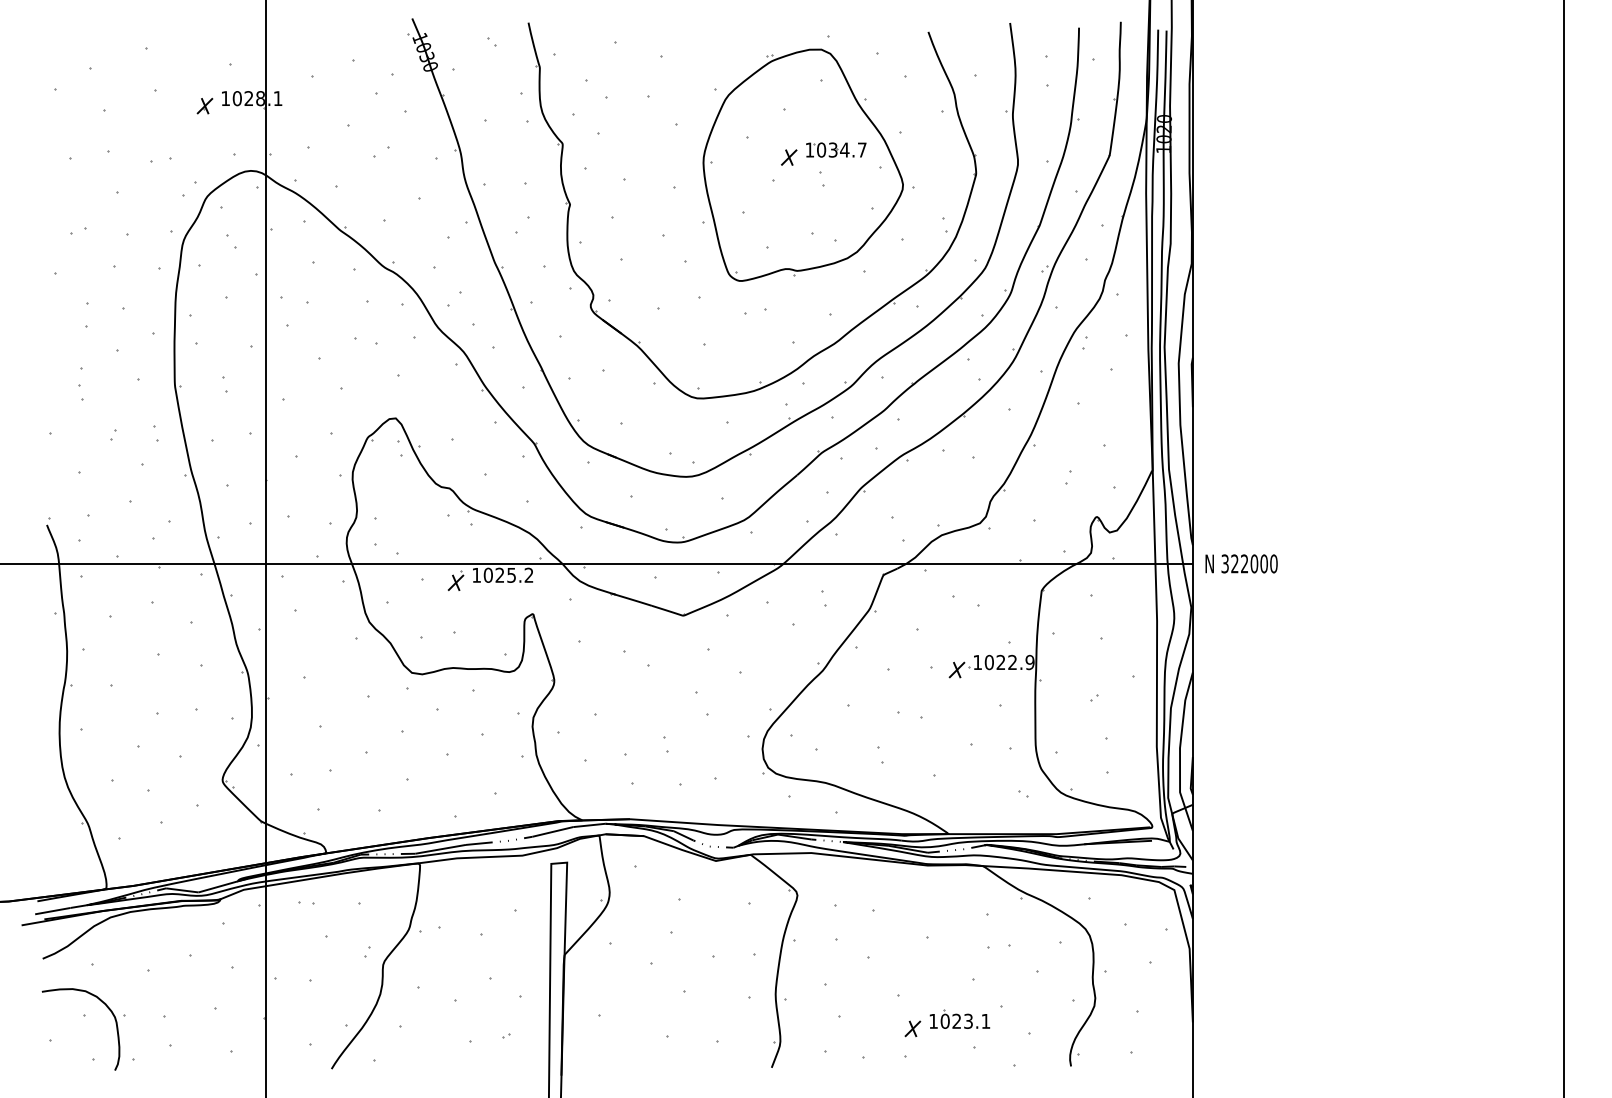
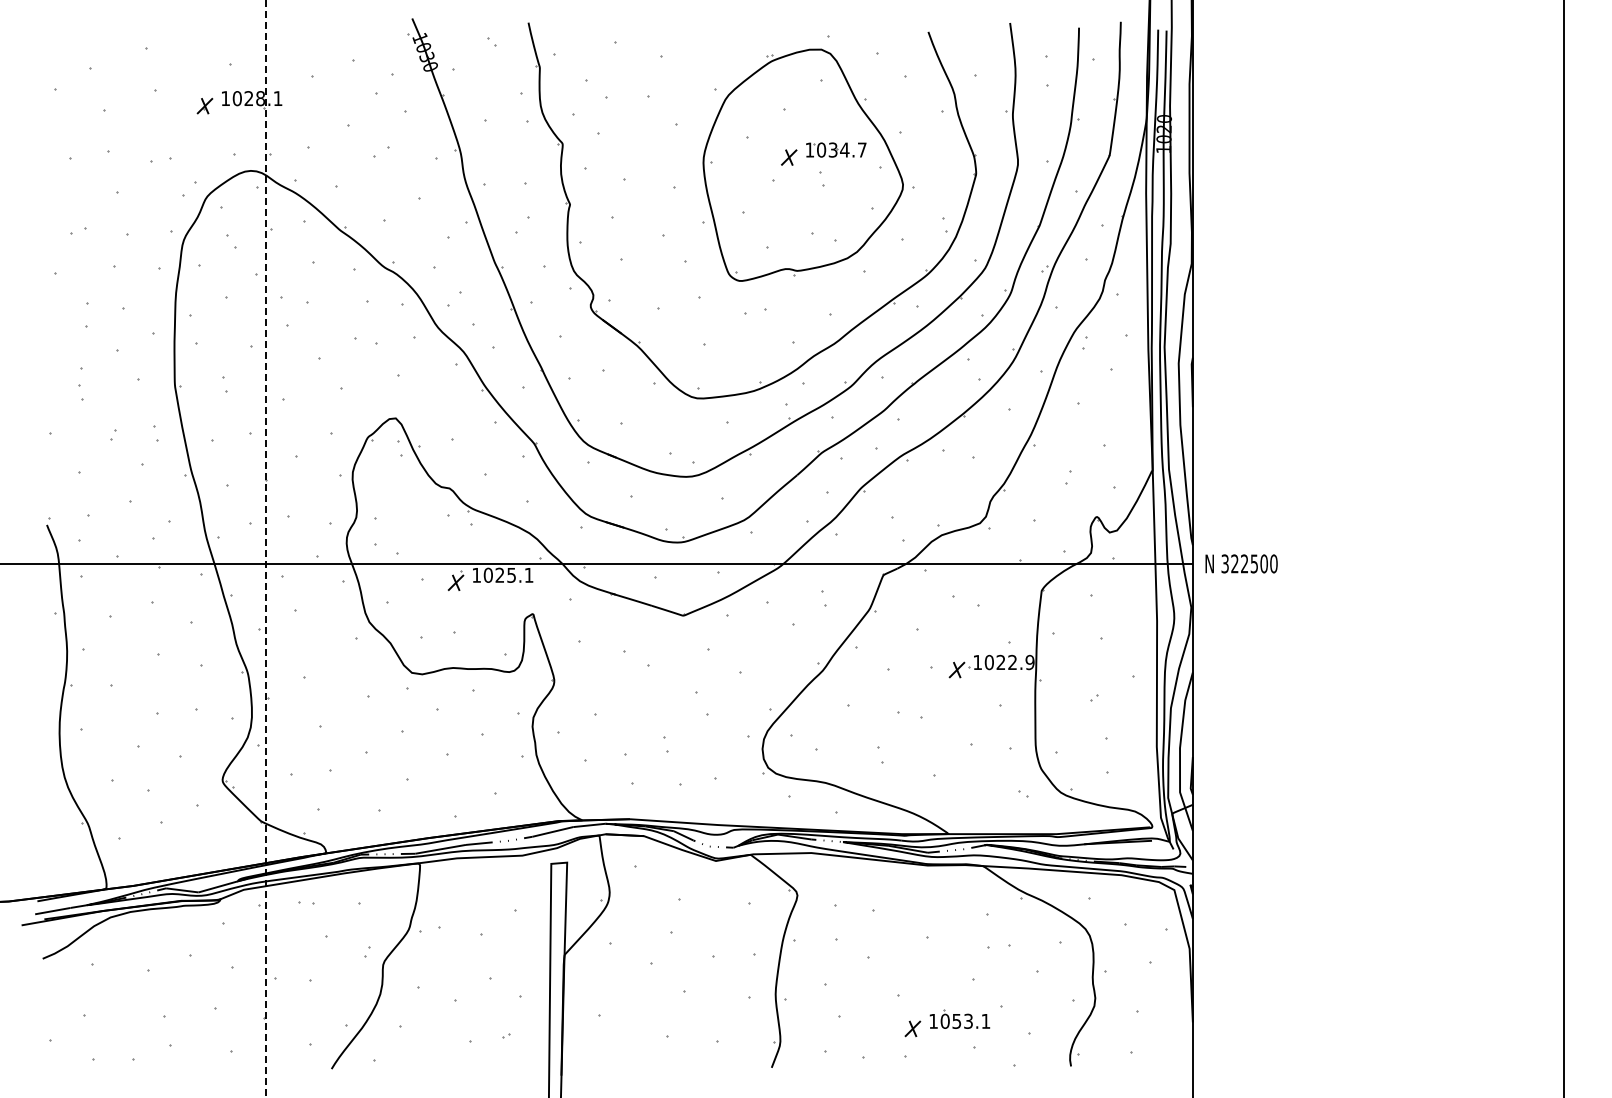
line at (266, 548): solid -> dashed
text at (1254, 563): 322000 -> 322500
text at (528, 574): 1025.2 -> 1025.1
part at (107, 1008): present -> none
text at (956, 1020): 1023.1 -> 1053.1
